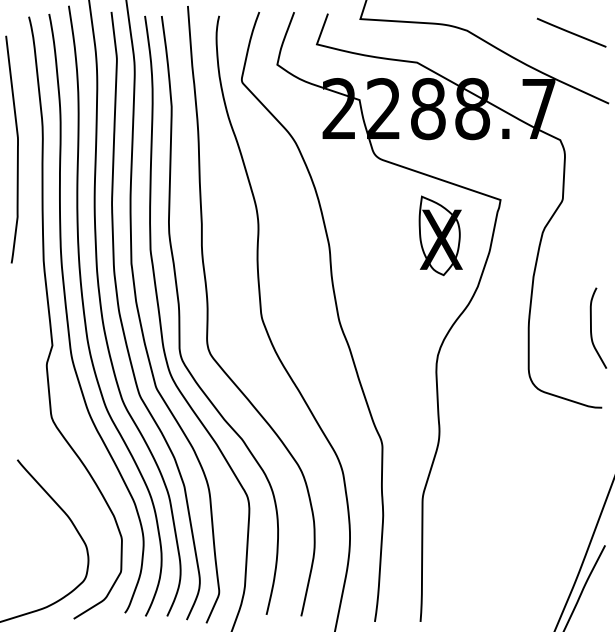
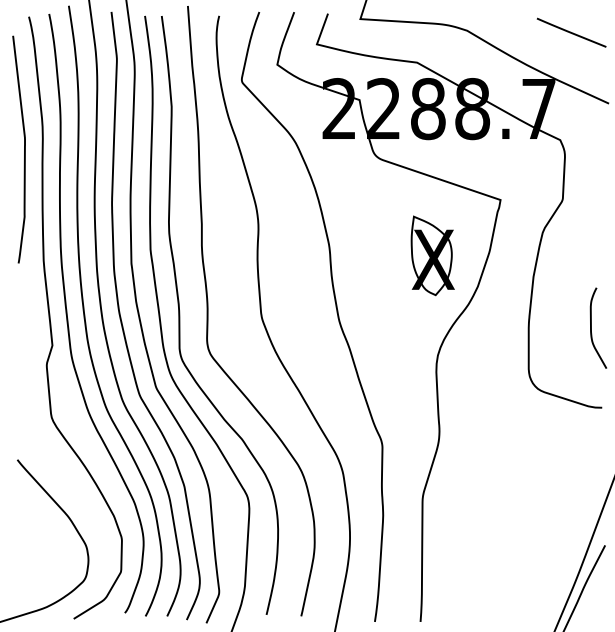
curve at (17, 149) position: (17, 149) -> (24, 149)
part at (440, 235) position: (440, 235) -> (432, 255)
